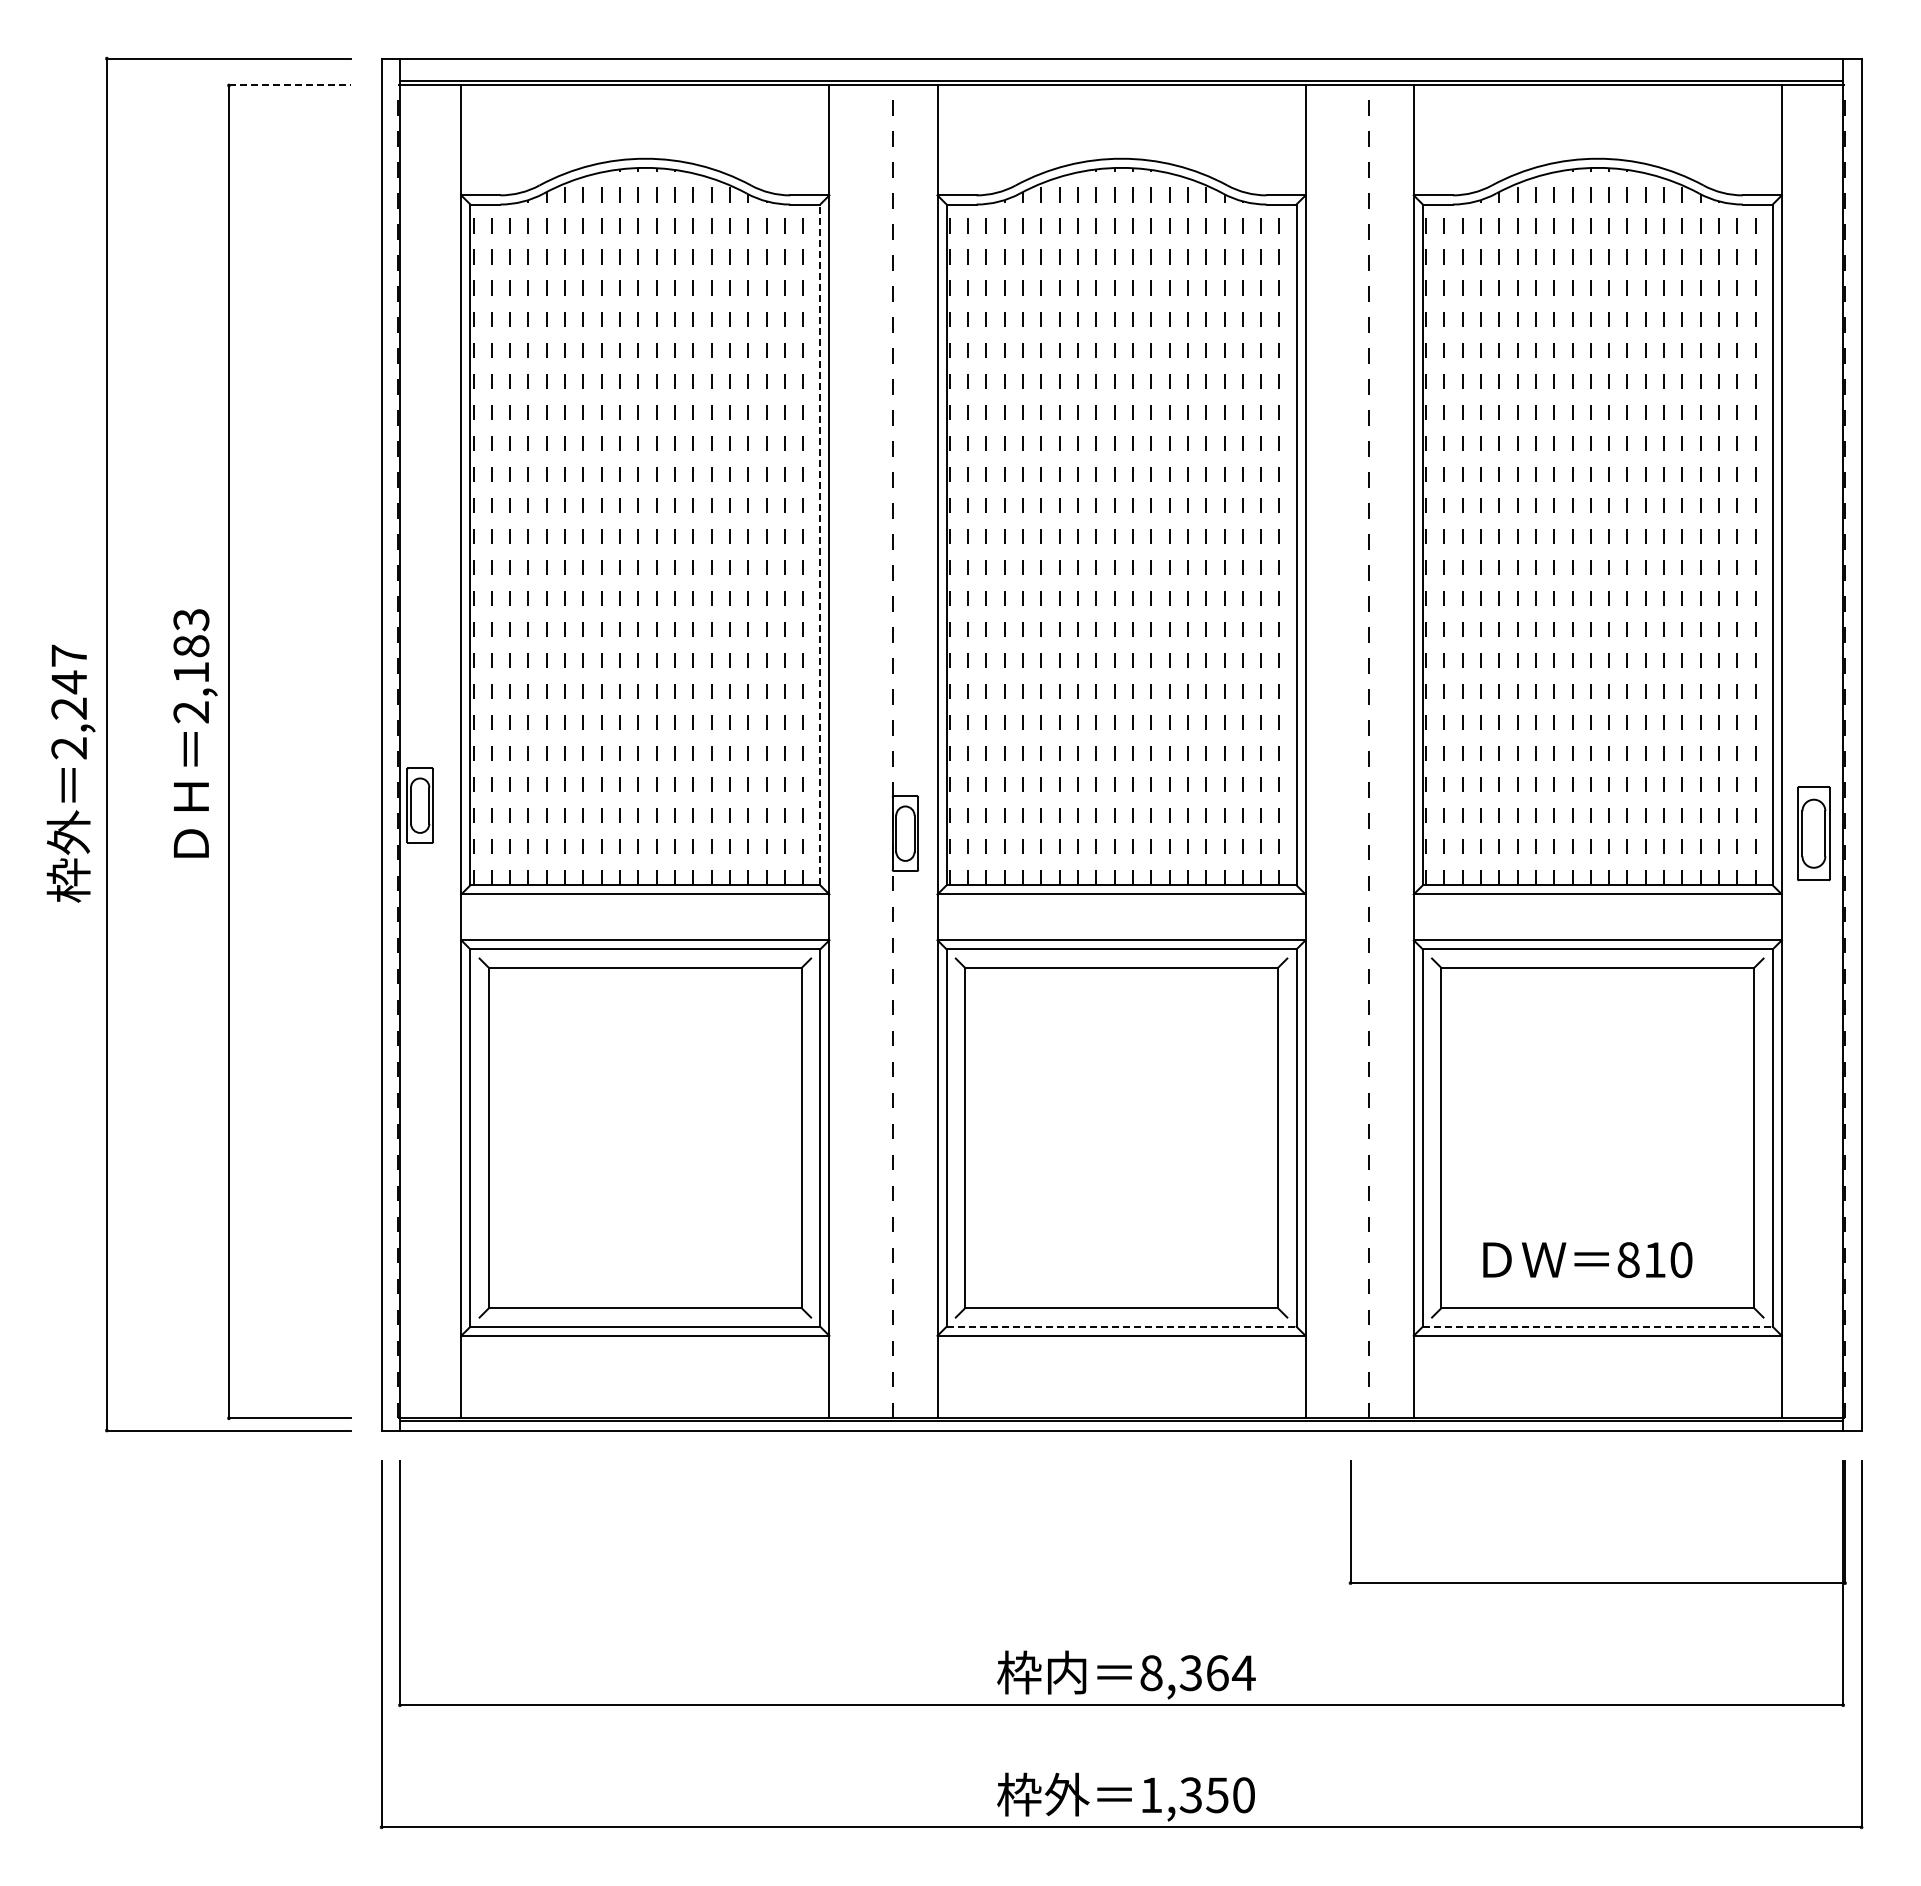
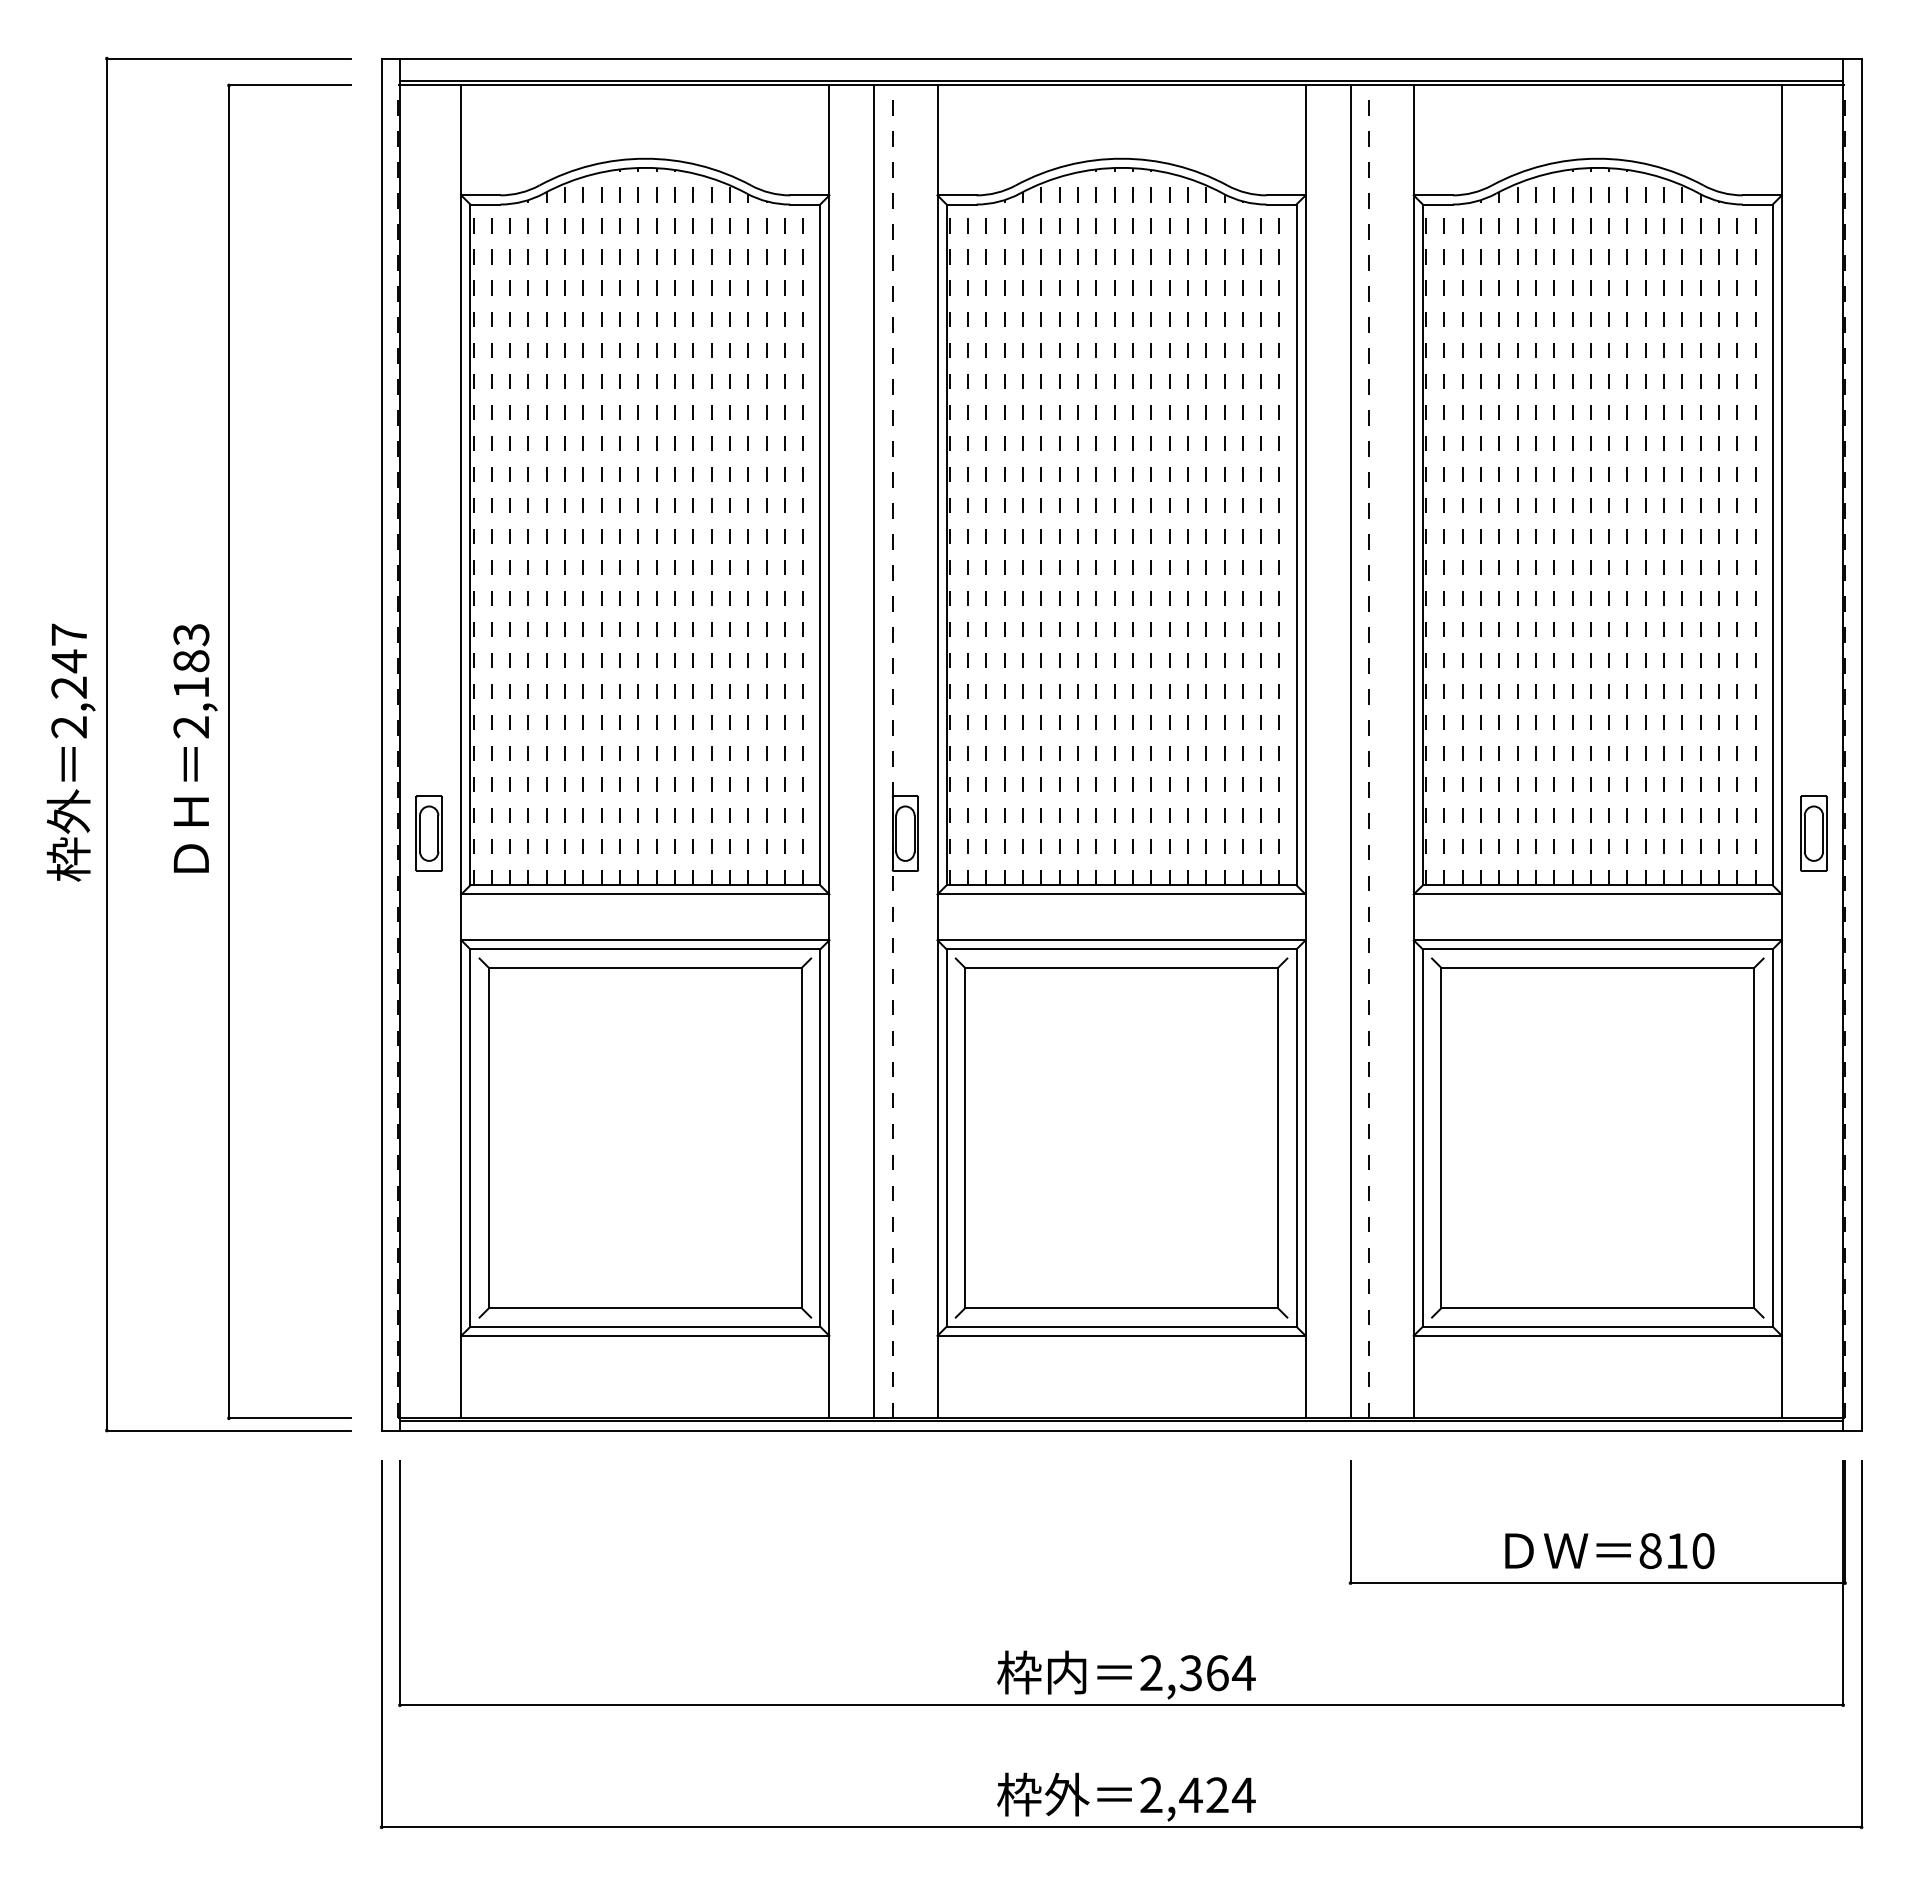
line at (290, 85): dashed -> solid
line at (820, 544): dashed -> solid
text at (195, 733) position: (195, 733) -> (195, 748)
line at (874, 751): none -> present
line at (1350, 751): none -> present
text at (70, 773) position: (70, 773) -> (70, 752)
part at (419, 805) position: (419, 805) -> (428, 833)
part at (1813, 833) size: 34x96 px -> 28x77 px
text at (1587, 1260) position: (1587, 1260) -> (1609, 1551)
line at (1121, 1326): dashed -> solid
line at (1597, 1326): dashed -> solid
text at (1151, 1673): 8,364 -> 2,364
text at (1197, 1795): 1,350 -> 2,424
